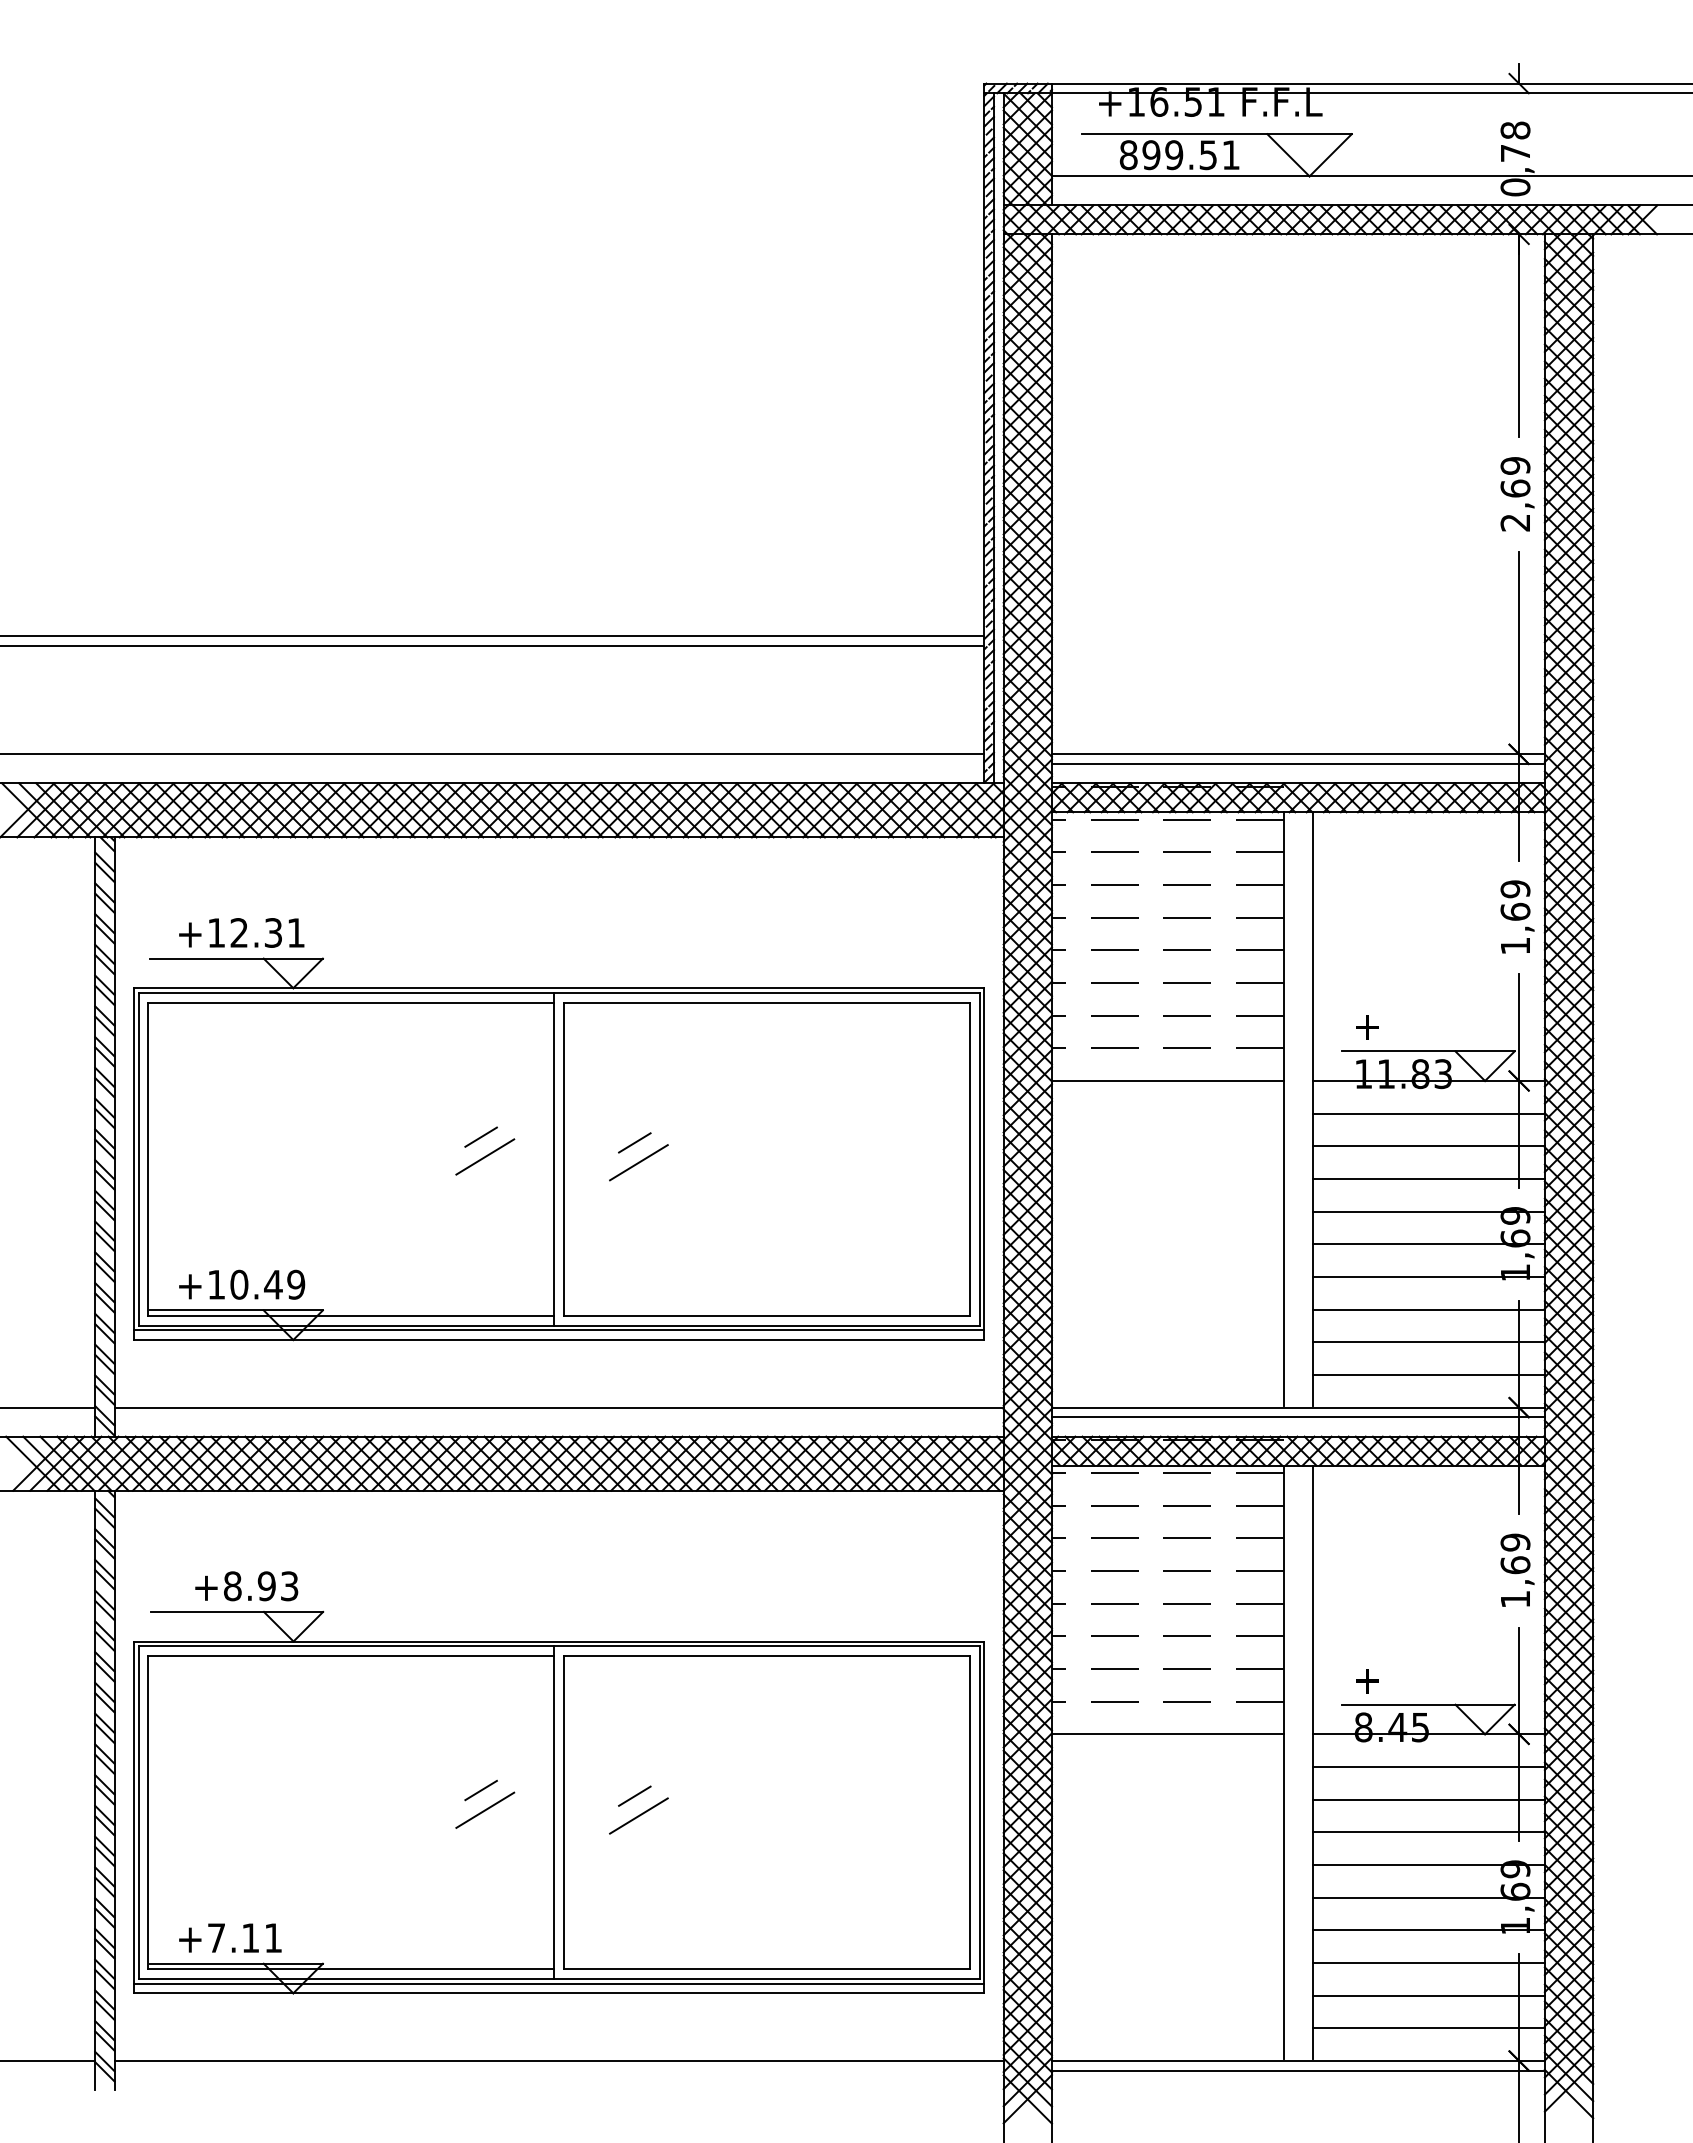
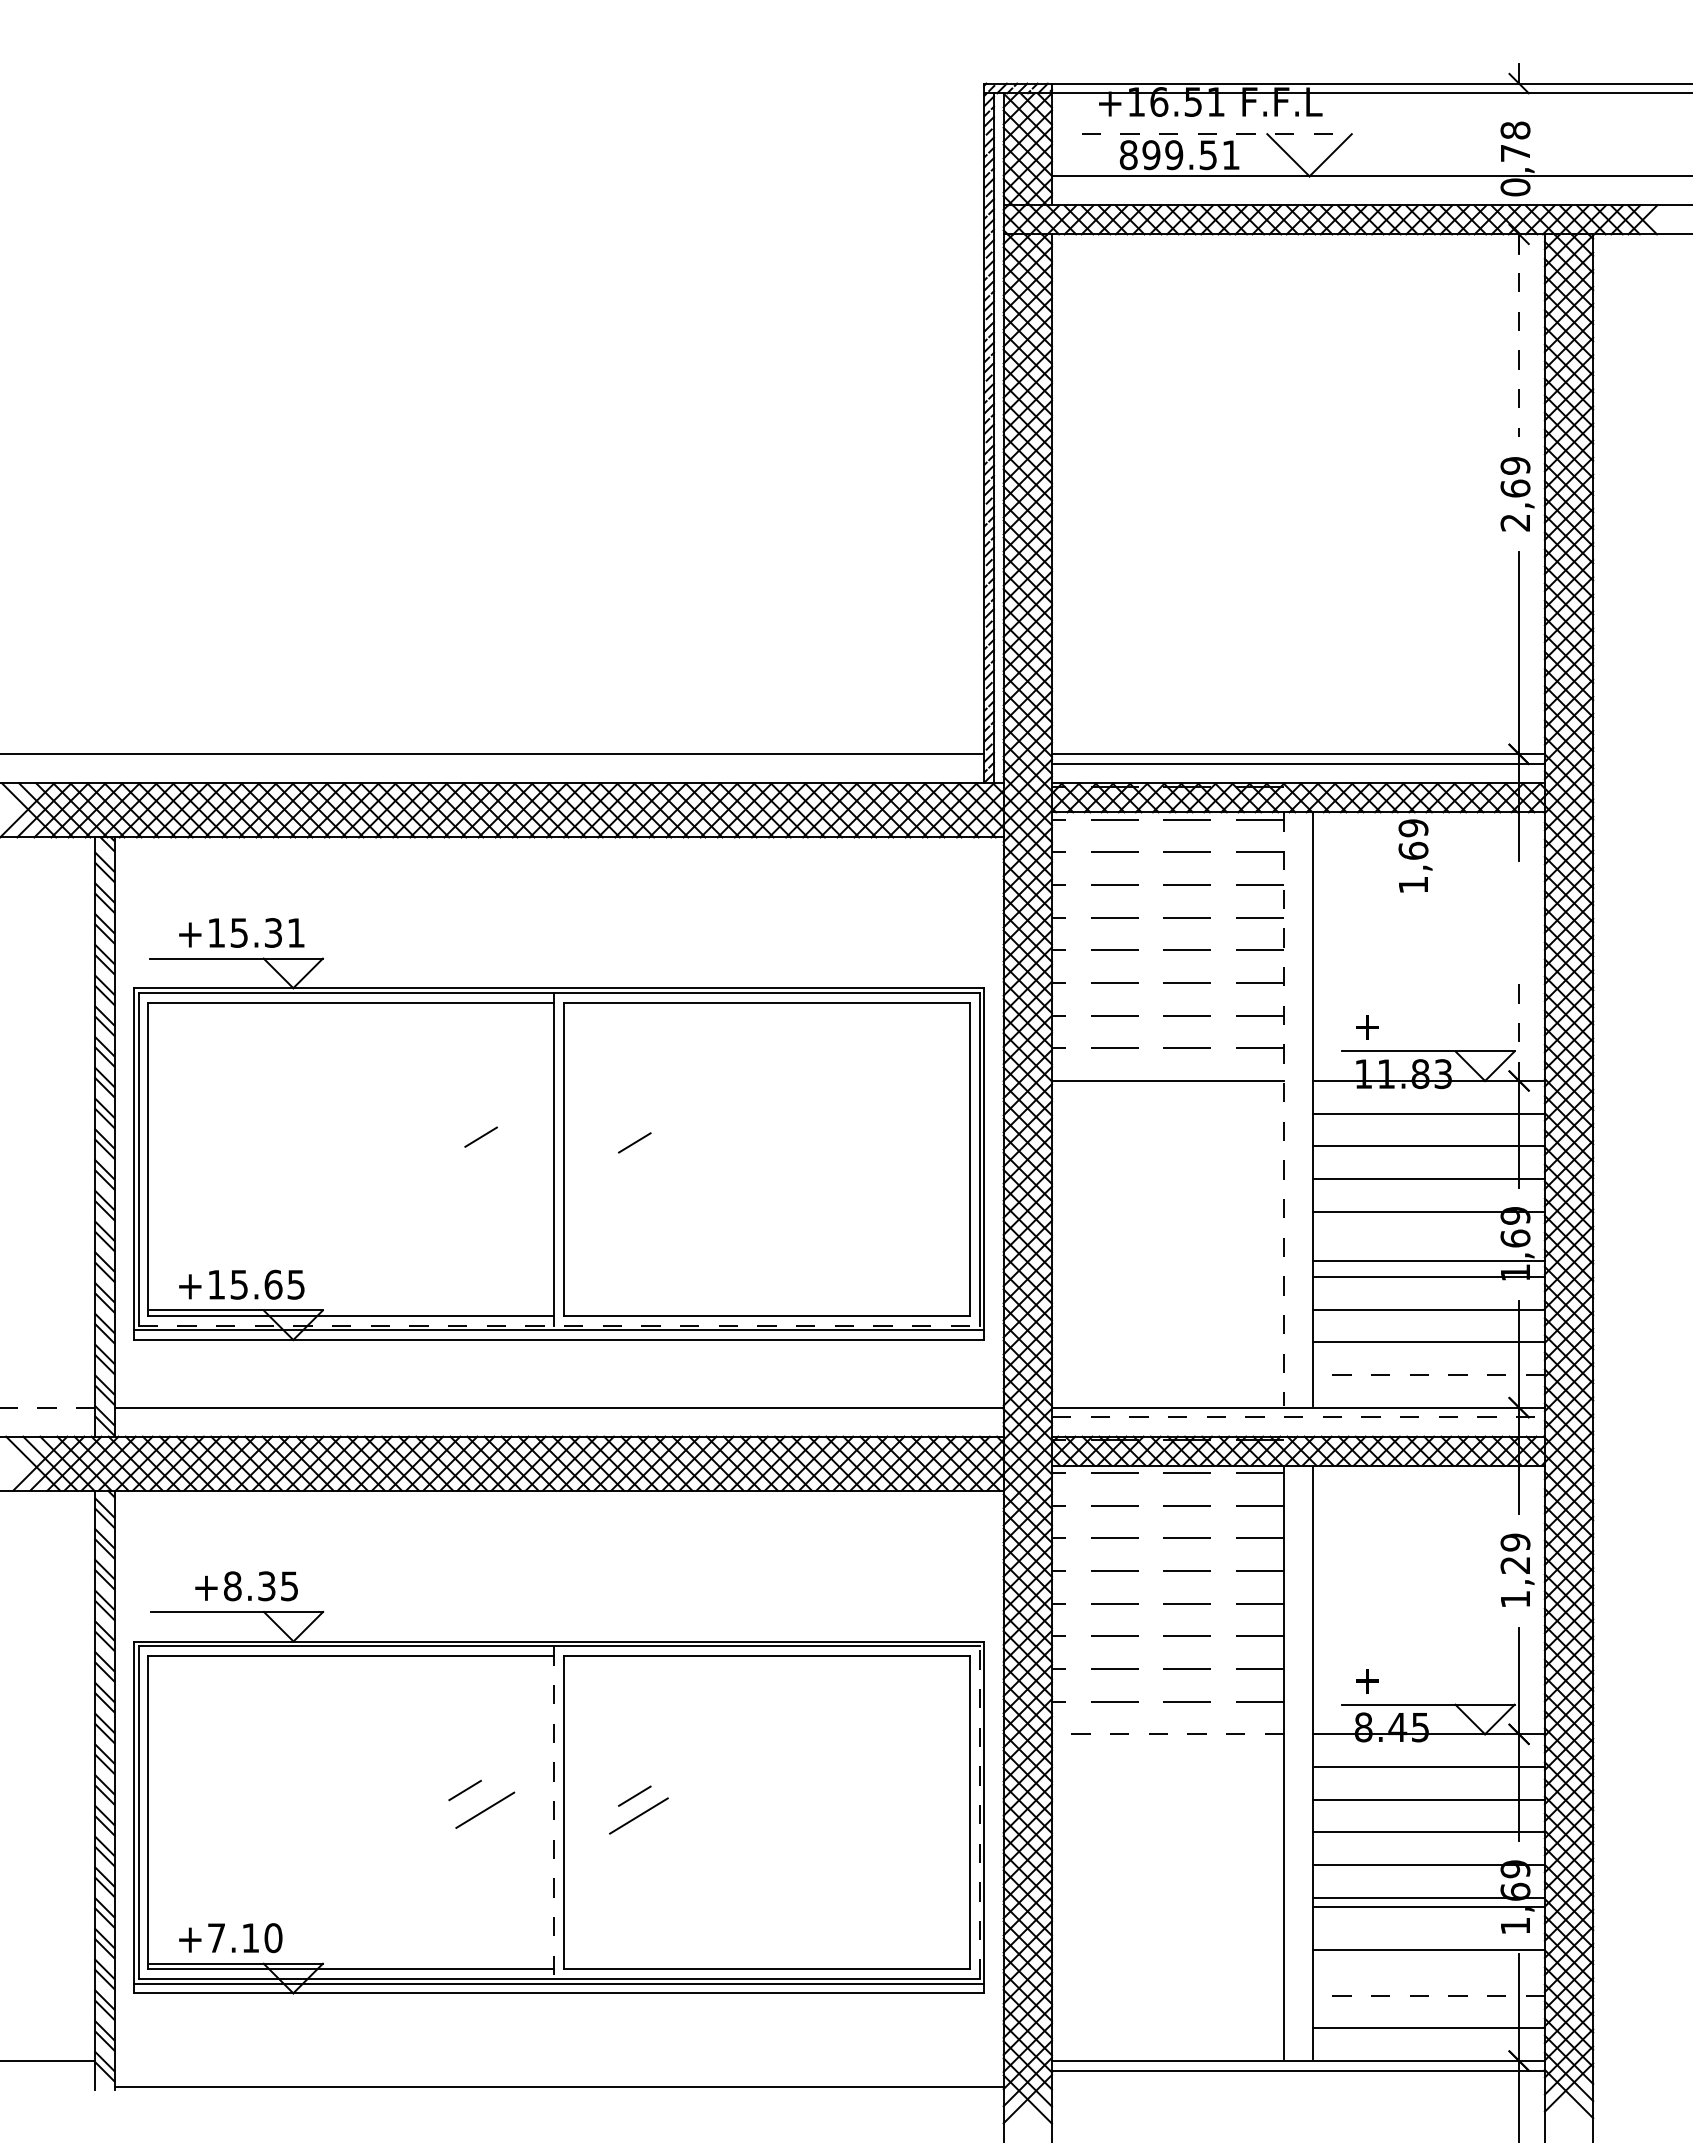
line at (1217, 134): solid -> dashed
line at (1519, 336): solid -> dashed
line at (493, 636): present -> none
line at (493, 646): present -> none
text at (1517, 916) position: (1517, 916) -> (1415, 855)
text at (238, 932): +12.31 -> +15.31
line at (1519, 1027): solid -> dashed
line at (1283, 1109): solid -> dashed
line at (485, 1156): present -> none
line at (638, 1162): present -> none
line at (1428, 1244) position: (1428, 1244) -> (1428, 1261)
text at (267, 1284): +10.49 -> +15.65
line at (559, 1325): solid -> dashed
line at (1428, 1374): solid -> dashed
line at (47, 1407): solid -> dashed
line at (1298, 1417): solid -> dashed
text at (1515, 1565): 1,69 -> 1,29
text at (277, 1586): +8.93 -> +8.35
line at (1167, 1734): solid -> dashed
line at (480, 1790) position: (480, 1790) -> (464, 1790)
line at (979, 1812): solid -> dashed
line at (554, 1813): solid -> dashed
line at (1428, 1930) position: (1428, 1930) -> (1428, 1907)
text at (273, 1938): +7.11 -> +7.10
line at (1428, 1962) position: (1428, 1962) -> (1428, 1949)
line at (1428, 1995): solid -> dashed
line at (558, 2060) position: (558, 2060) -> (558, 2086)
